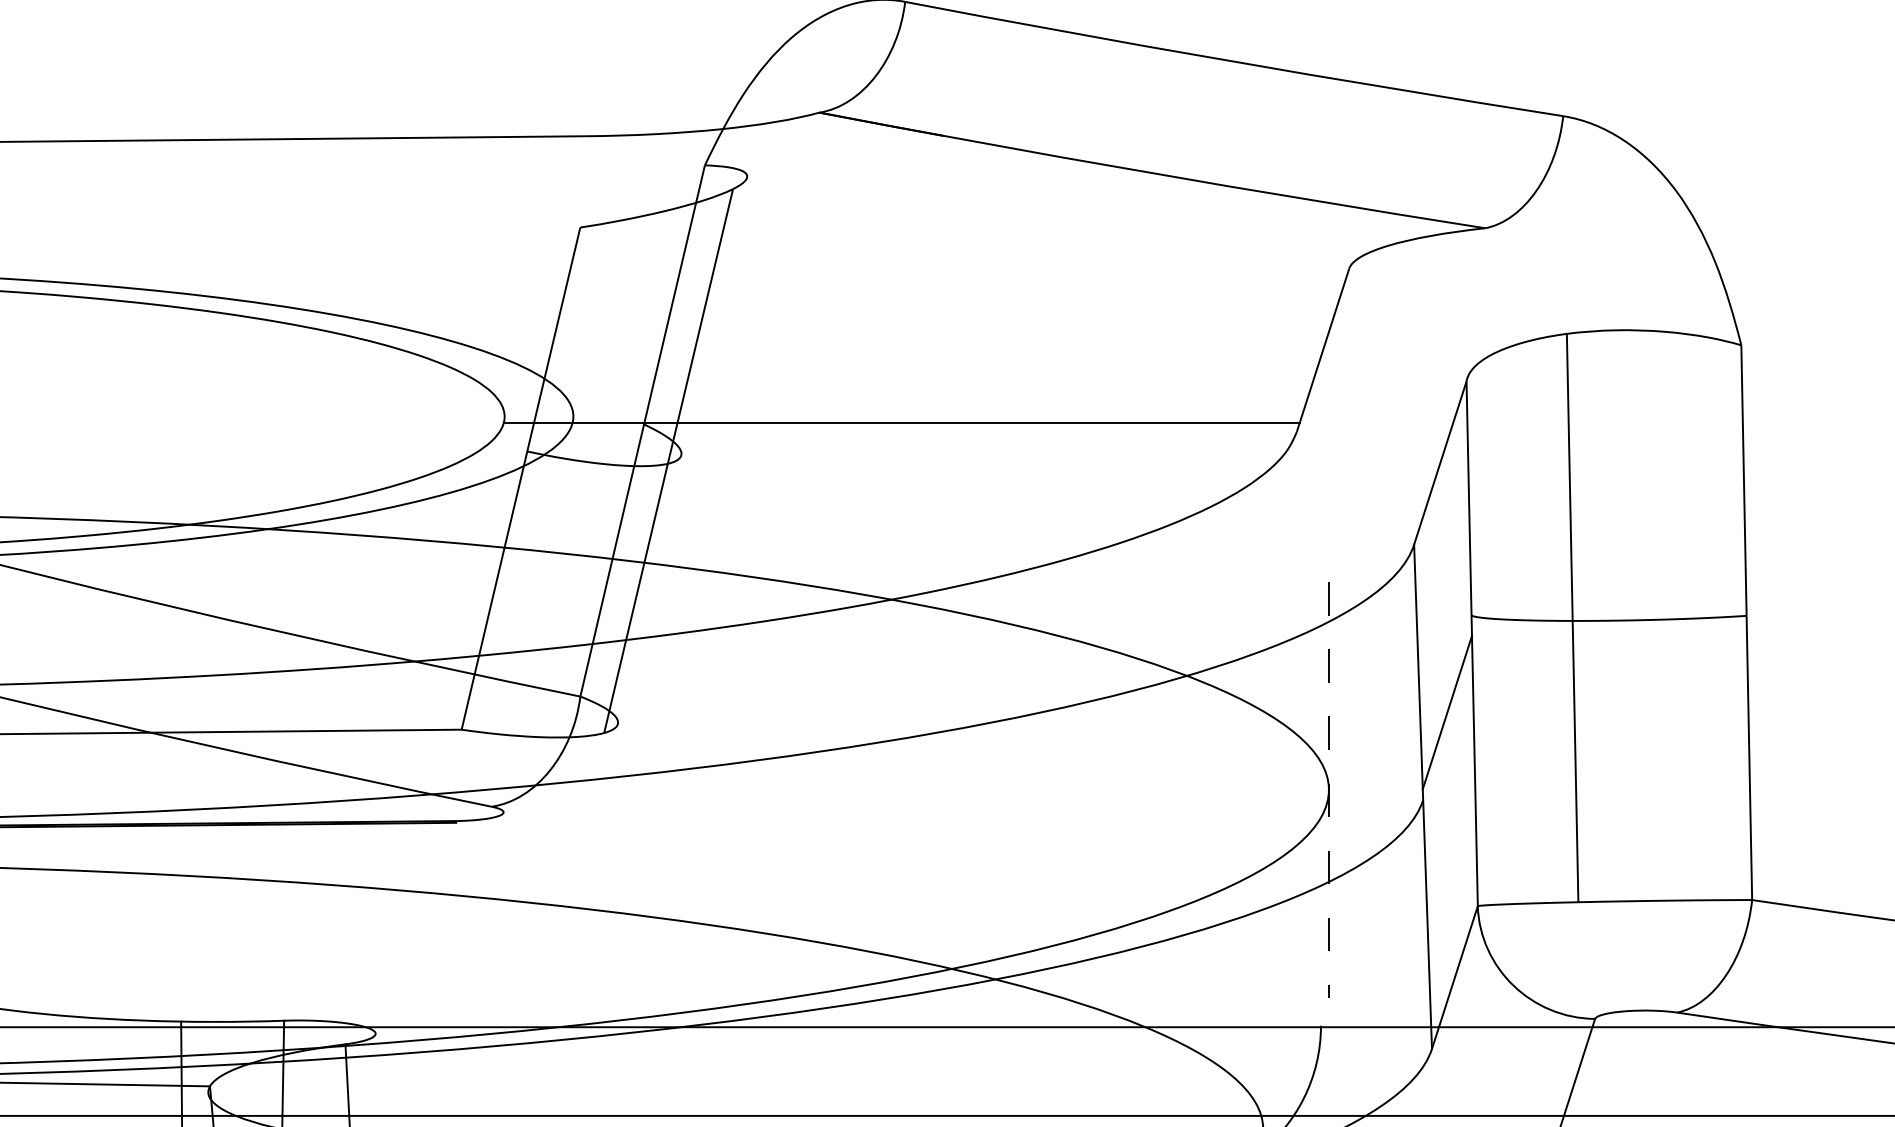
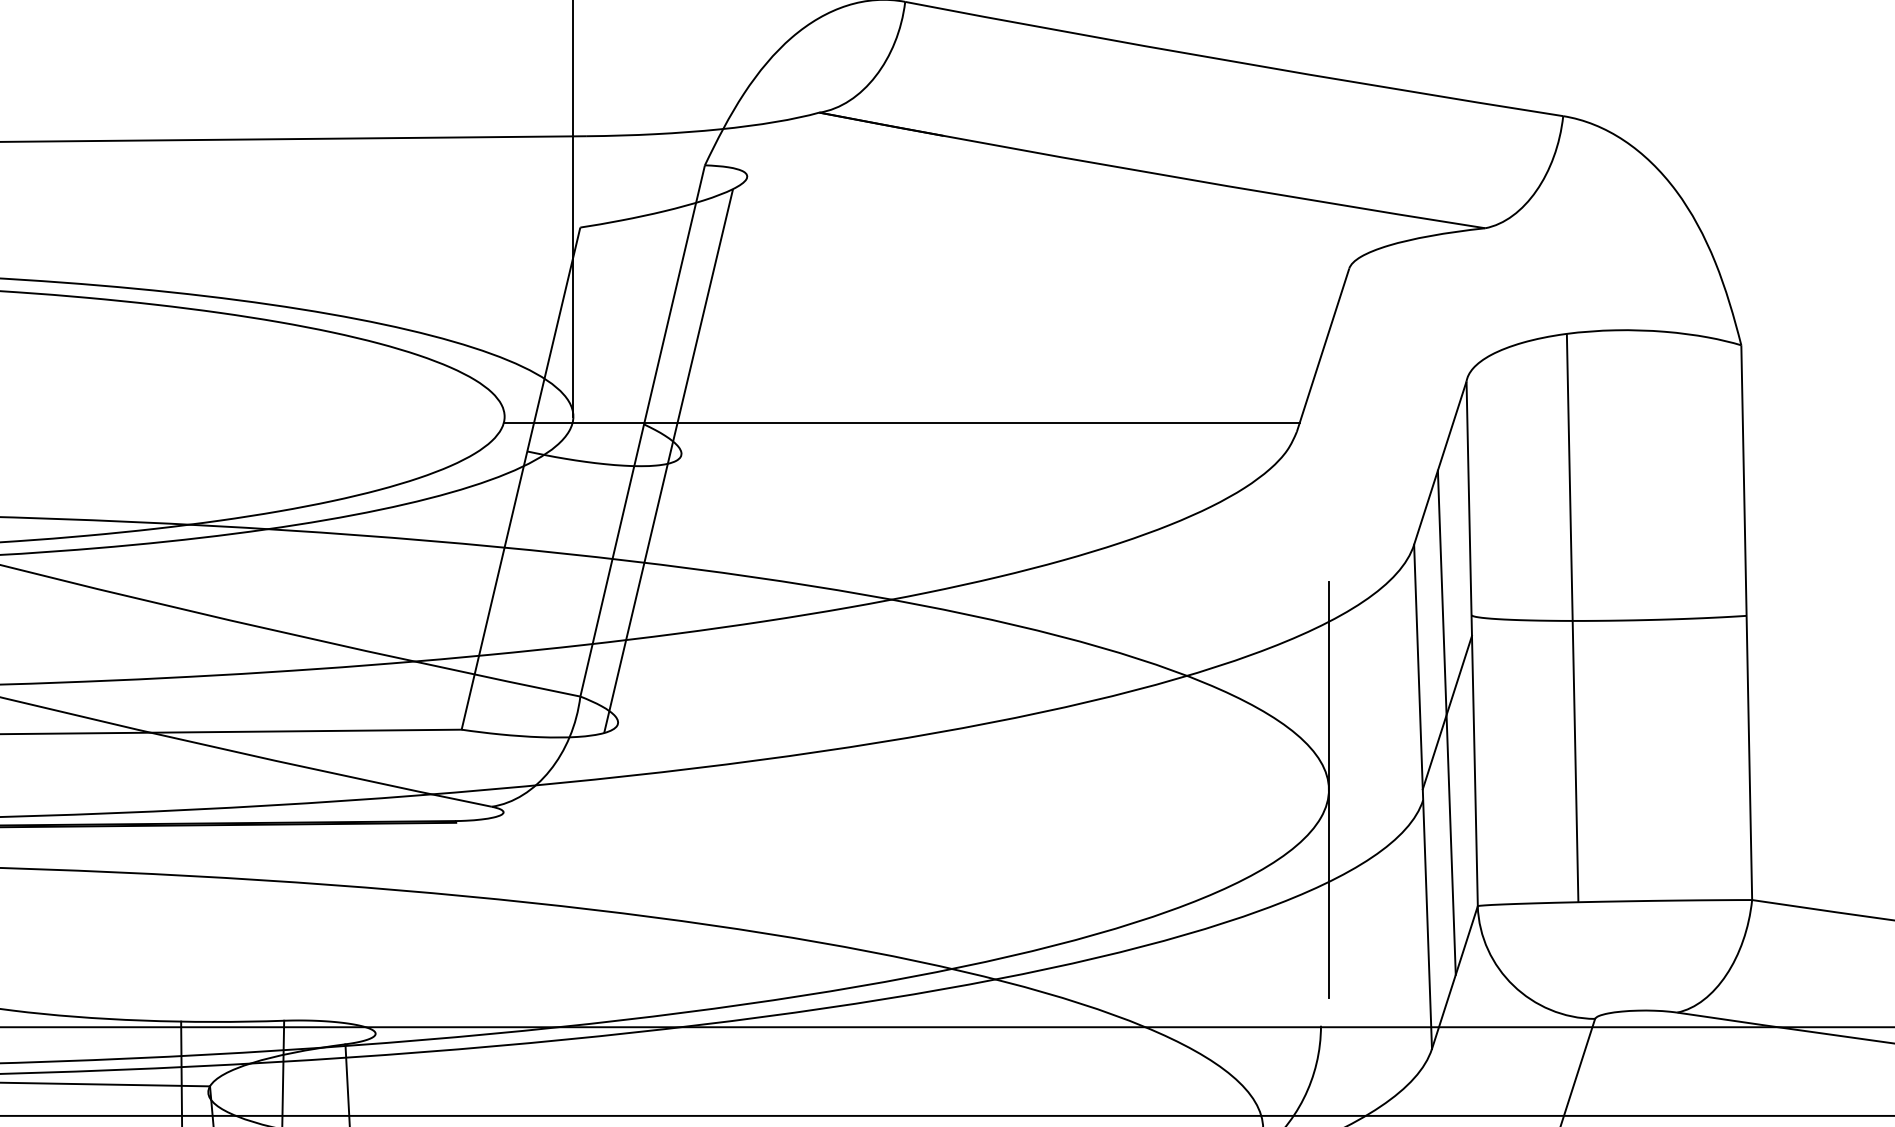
line at (573, 209): none -> present
line at (1446, 722): none -> present
line at (1328, 790): dashed -> solid
